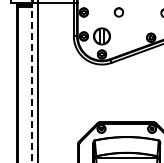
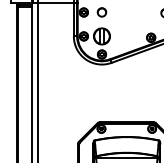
part at (118, 12) position: (118, 12) -> (101, 12)
line at (32, 81): dashed -> solid
